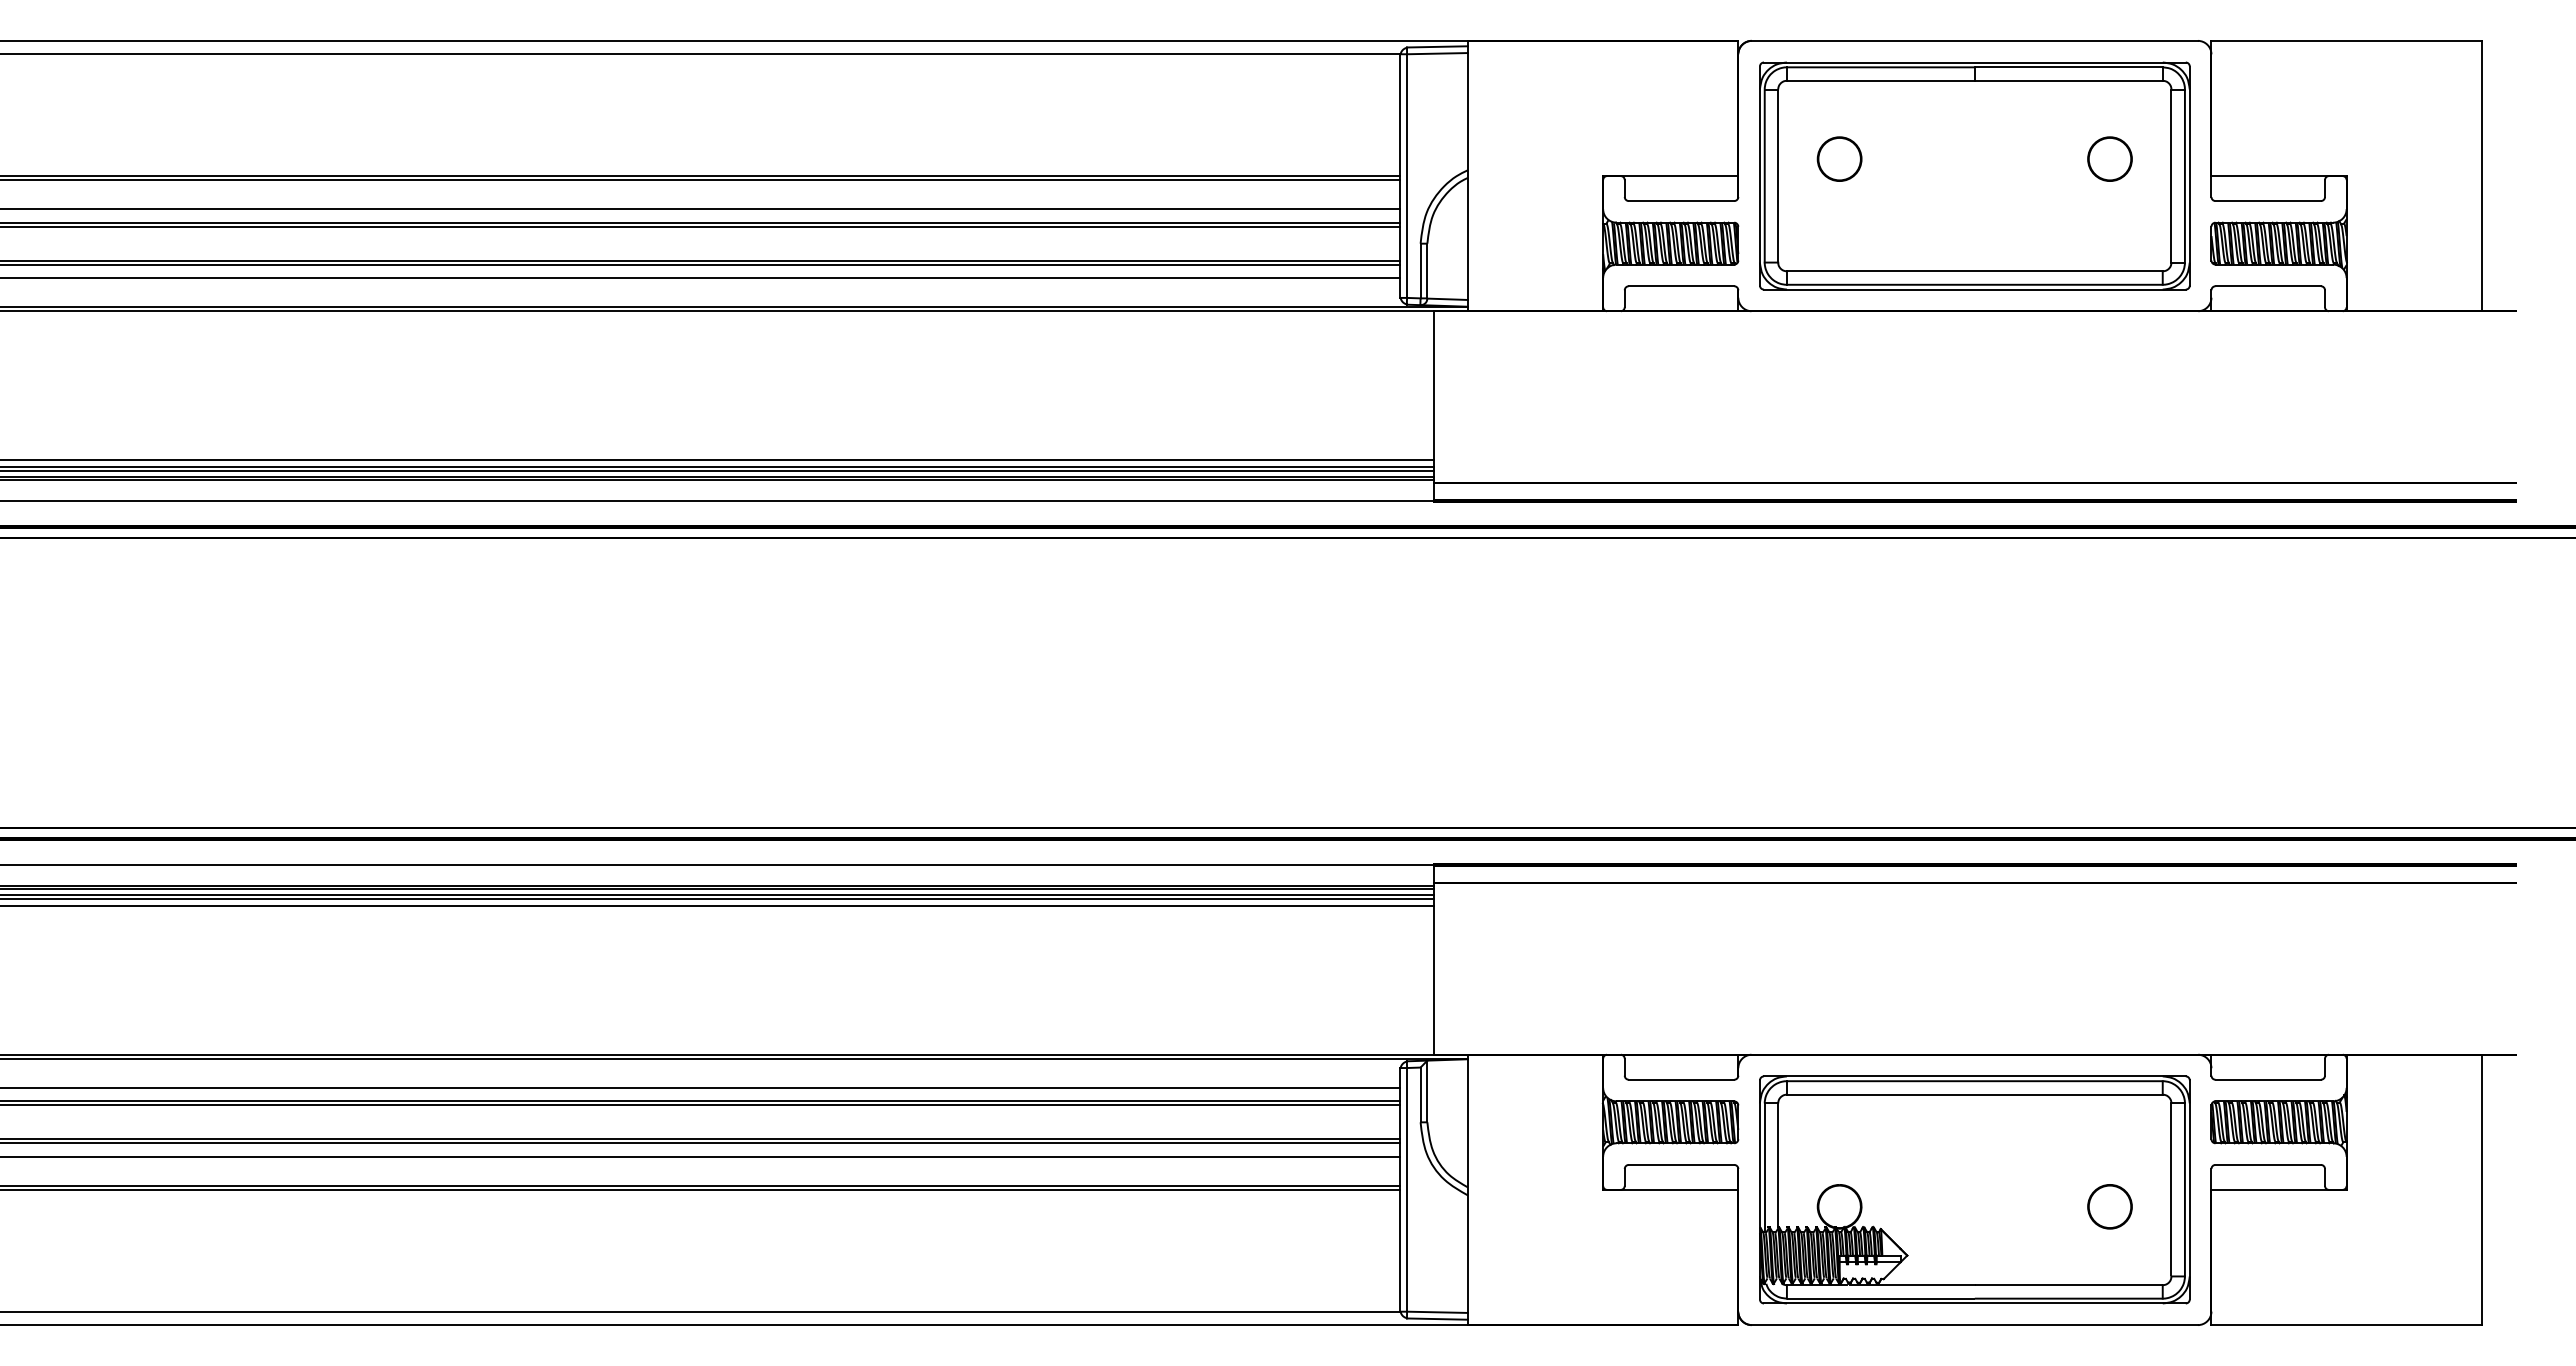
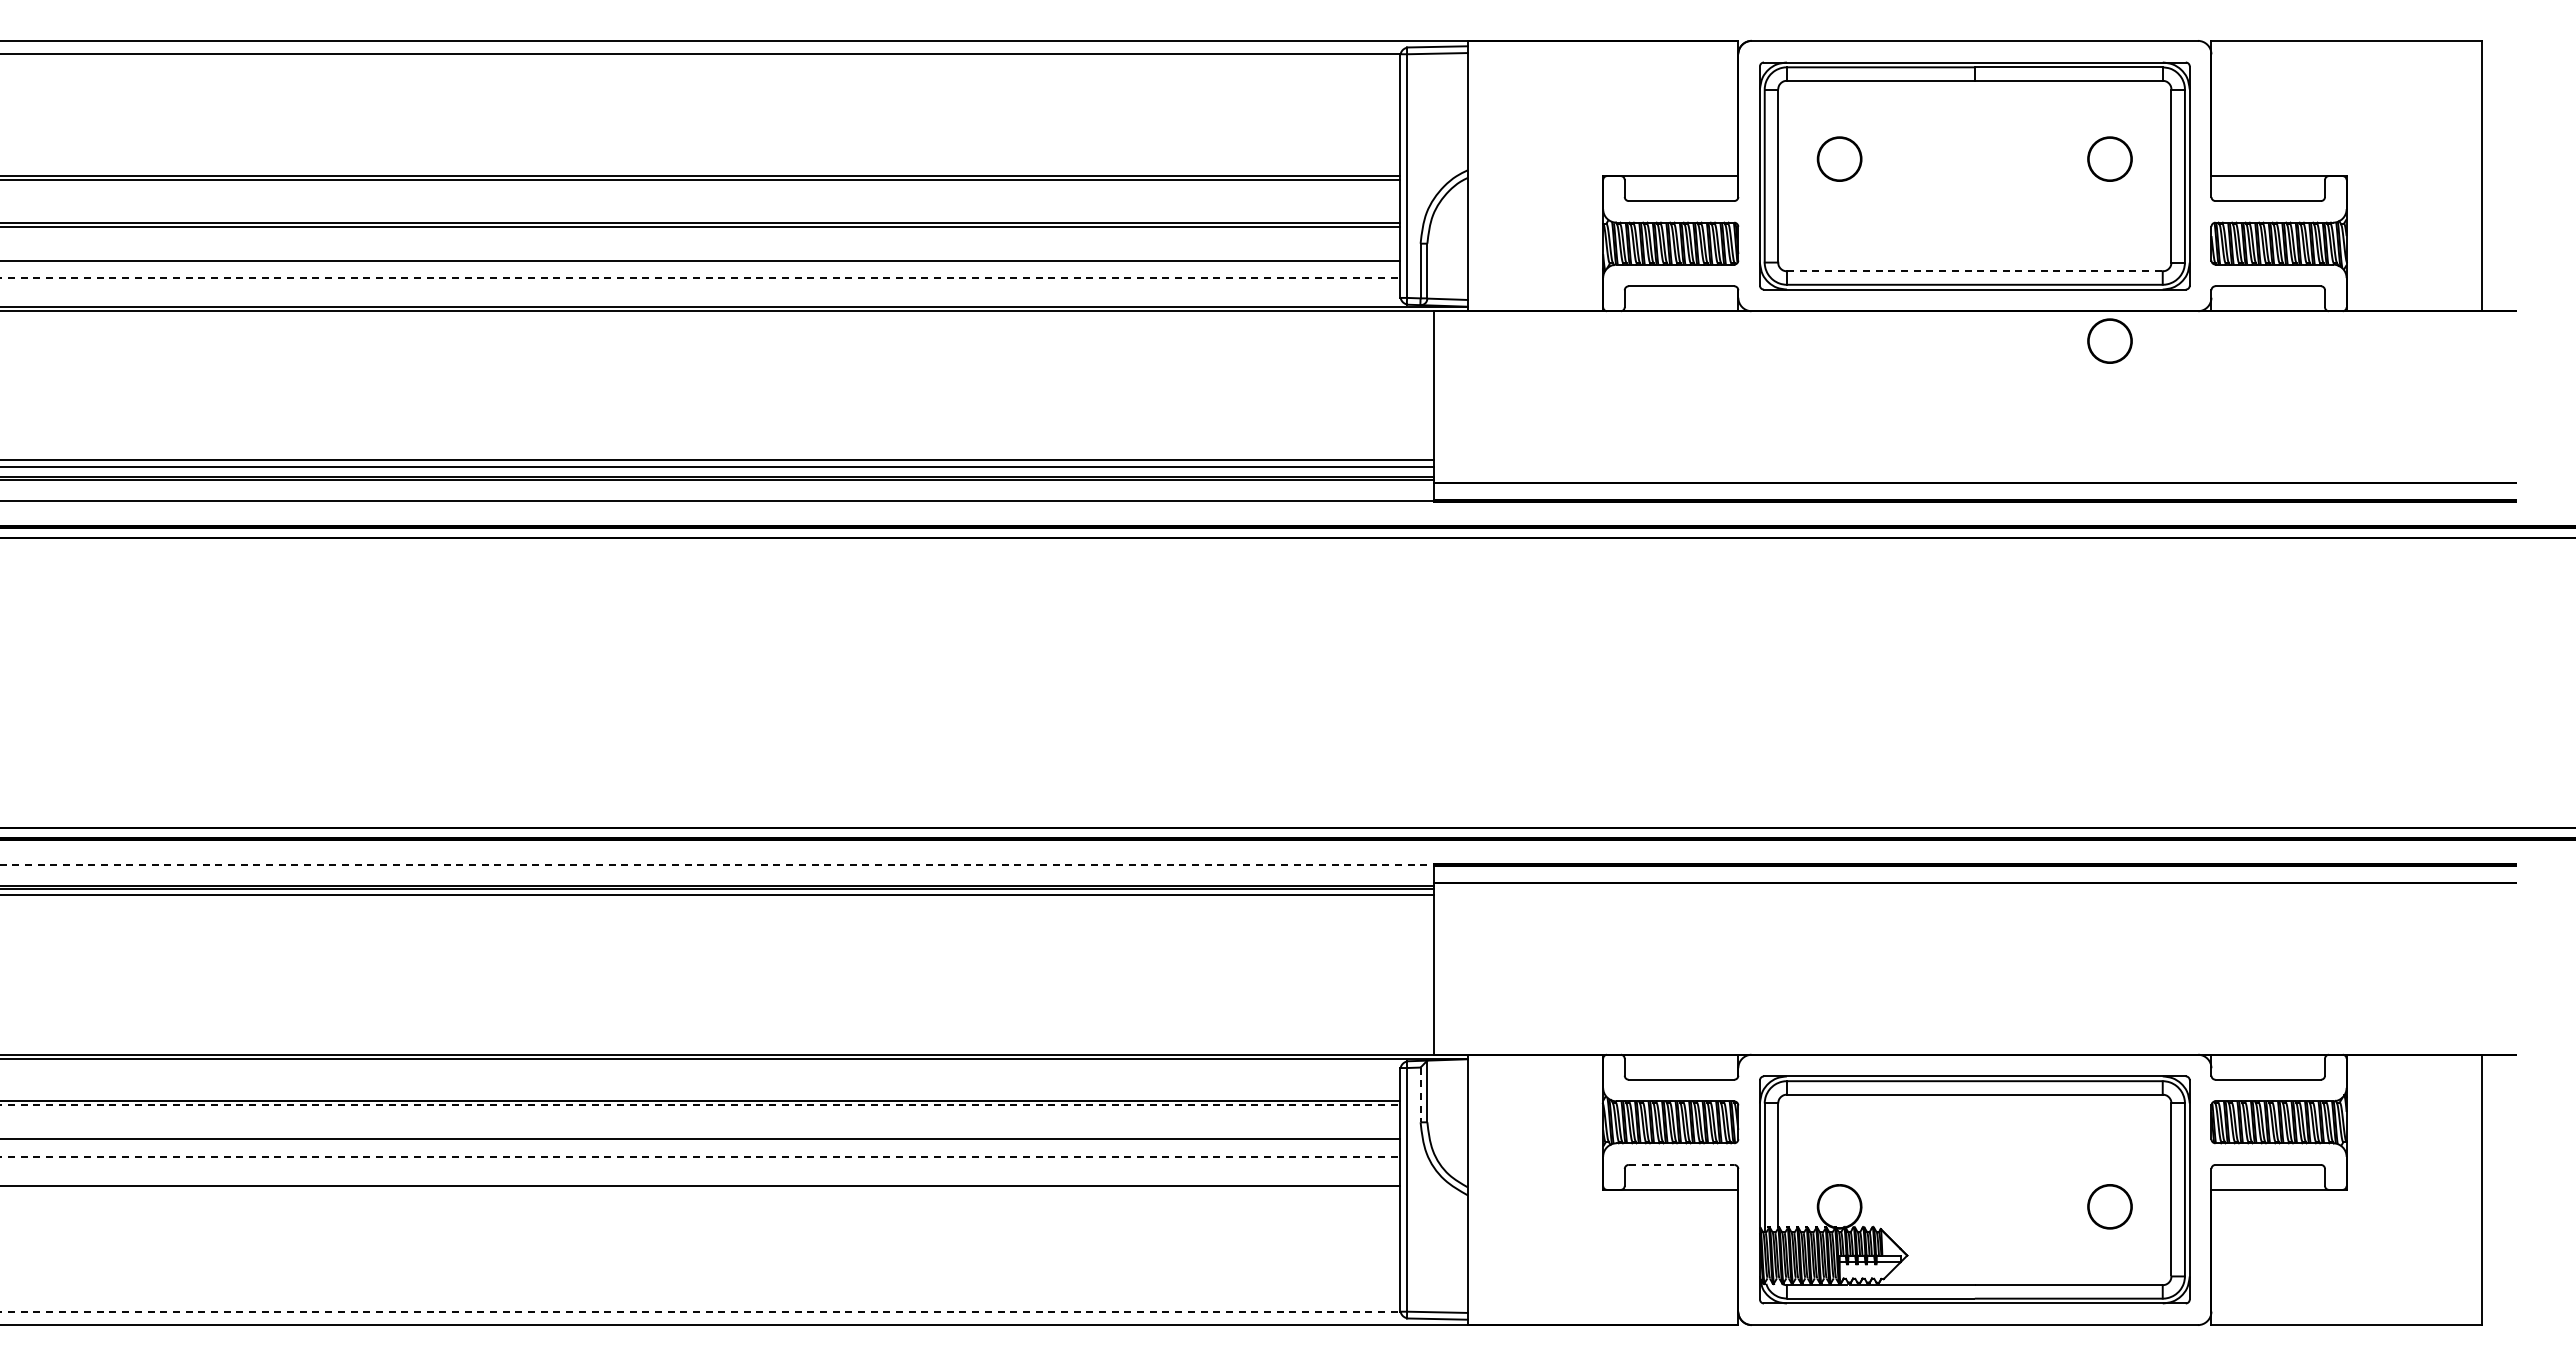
line at (701, 209): present -> none
line at (701, 264): present -> none
line at (1974, 271): solid -> dashed
line at (700, 278): solid -> dashed
circle at (2109, 340): none -> present
line at (718, 471): present -> none
line at (718, 864): solid -> dashed
line at (718, 899): present -> none
line at (718, 906): present -> none
line at (701, 1087): present -> none
line at (1420, 1095): solid -> dashed
line at (700, 1105): solid -> dashed
line at (701, 1143): present -> none
line at (700, 1156): solid -> dashed
line at (1681, 1164): solid -> dashed
line at (701, 1189): present -> none
line at (700, 1311): solid -> dashed
